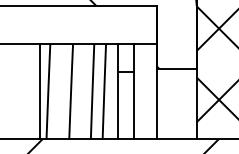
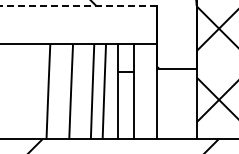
line at (78, 5): solid -> dashed
line at (39, 91): present -> none
